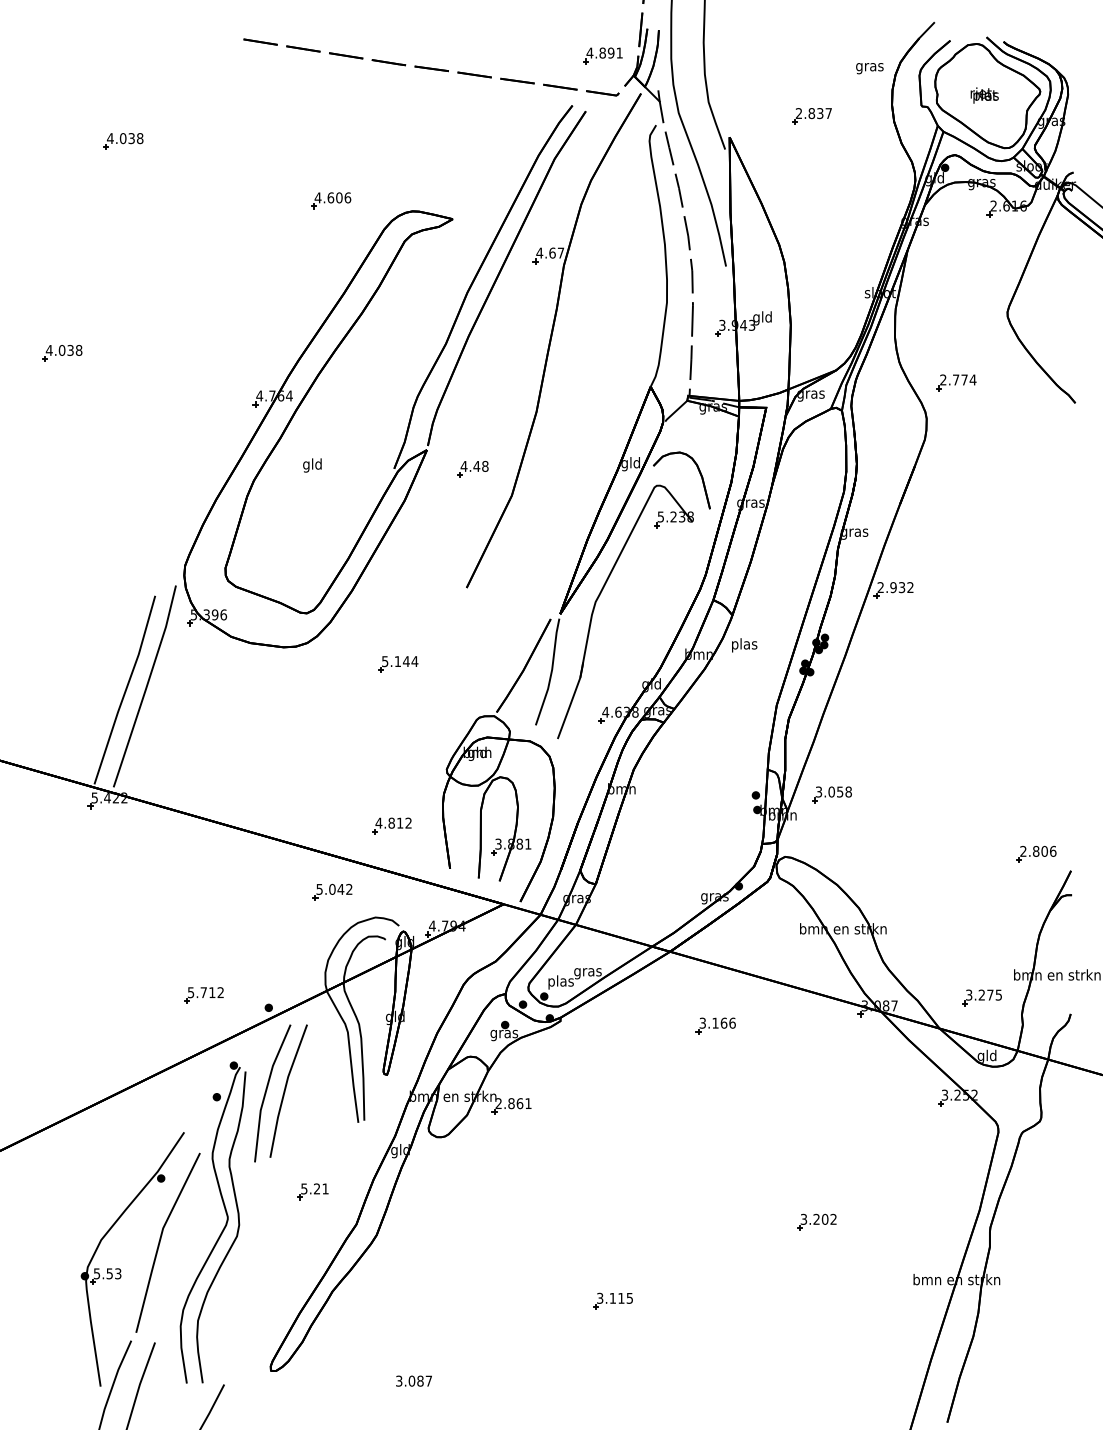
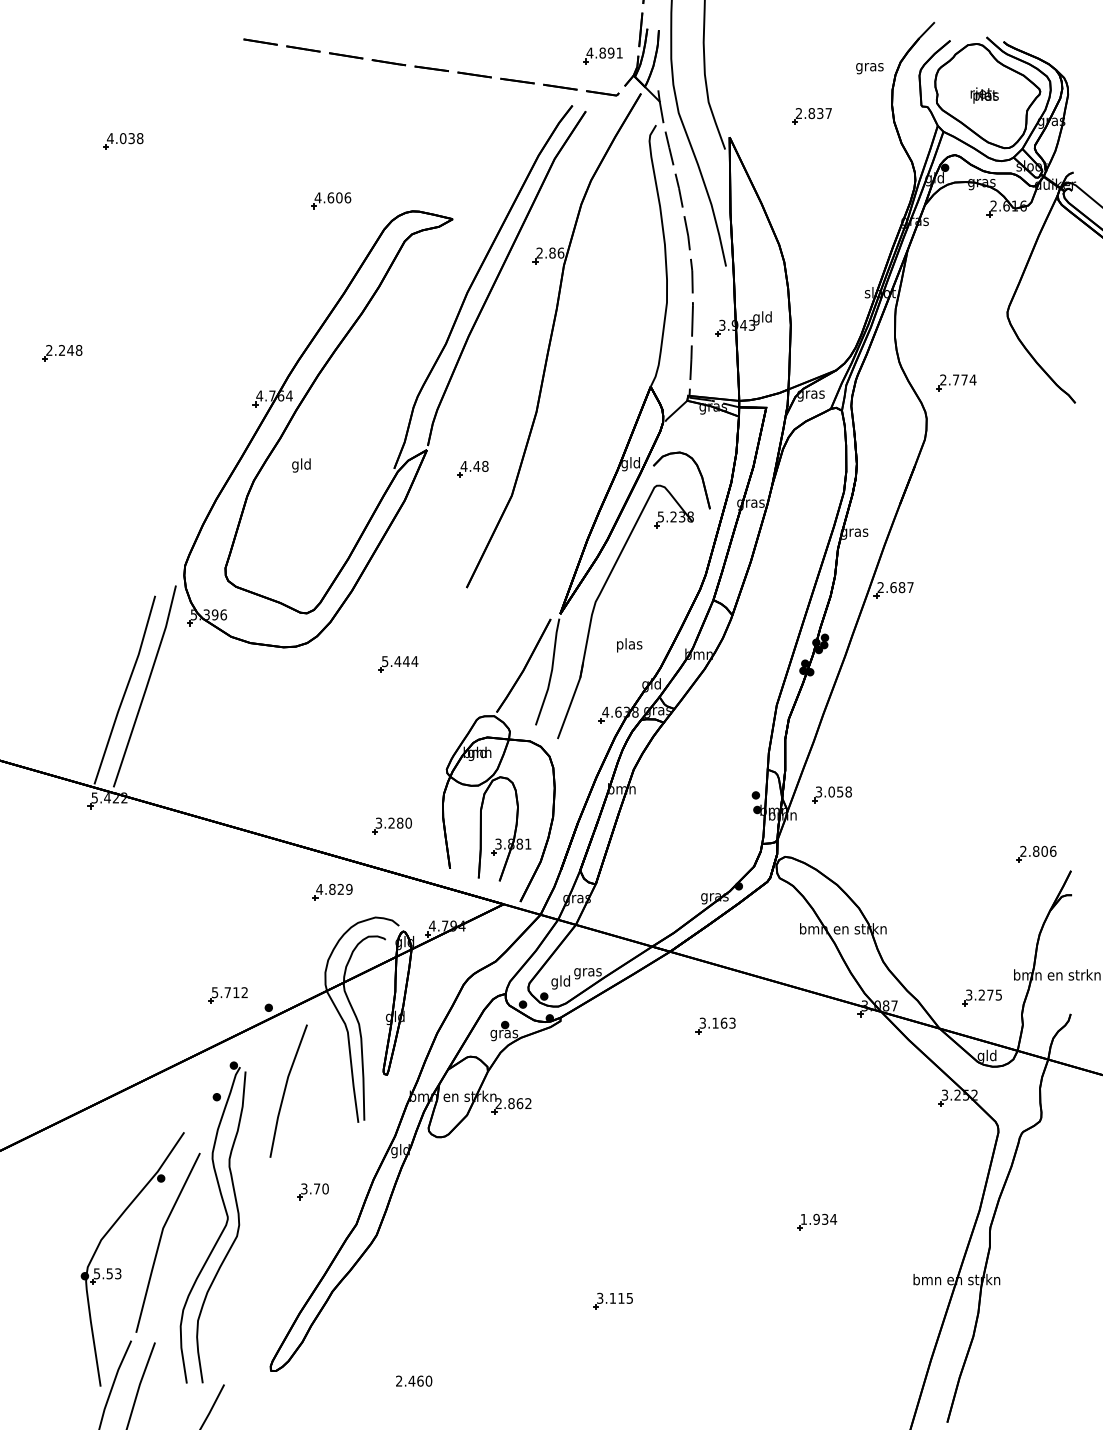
text at (550, 252): 4.67 -> 2.86
text at (59, 349): 4.038 -> 2.248
text at (312, 465) position: (312, 465) -> (301, 465)
text at (901, 587): 2.932 -> 2.687
text at (744, 645) position: (744, 645) -> (629, 645)
text at (397, 661): 5.144 -> 5.444
text at (393, 822): 4.812 -> 3.280
text at (334, 888): 5.042 -> 4.829
text at (560, 982): plas -> gld
part at (203, 995) position: (203, 995) -> (227, 995)
text at (732, 1022): 3.166 -> 3.163
line at (267, 1090): present -> none
text at (528, 1103): 2.861 -> 2.862
text at (314, 1188): 5.21 -> 3.70
text at (818, 1218): 3.202 -> 1.934
text at (414, 1380): 3.087 -> 2.460
